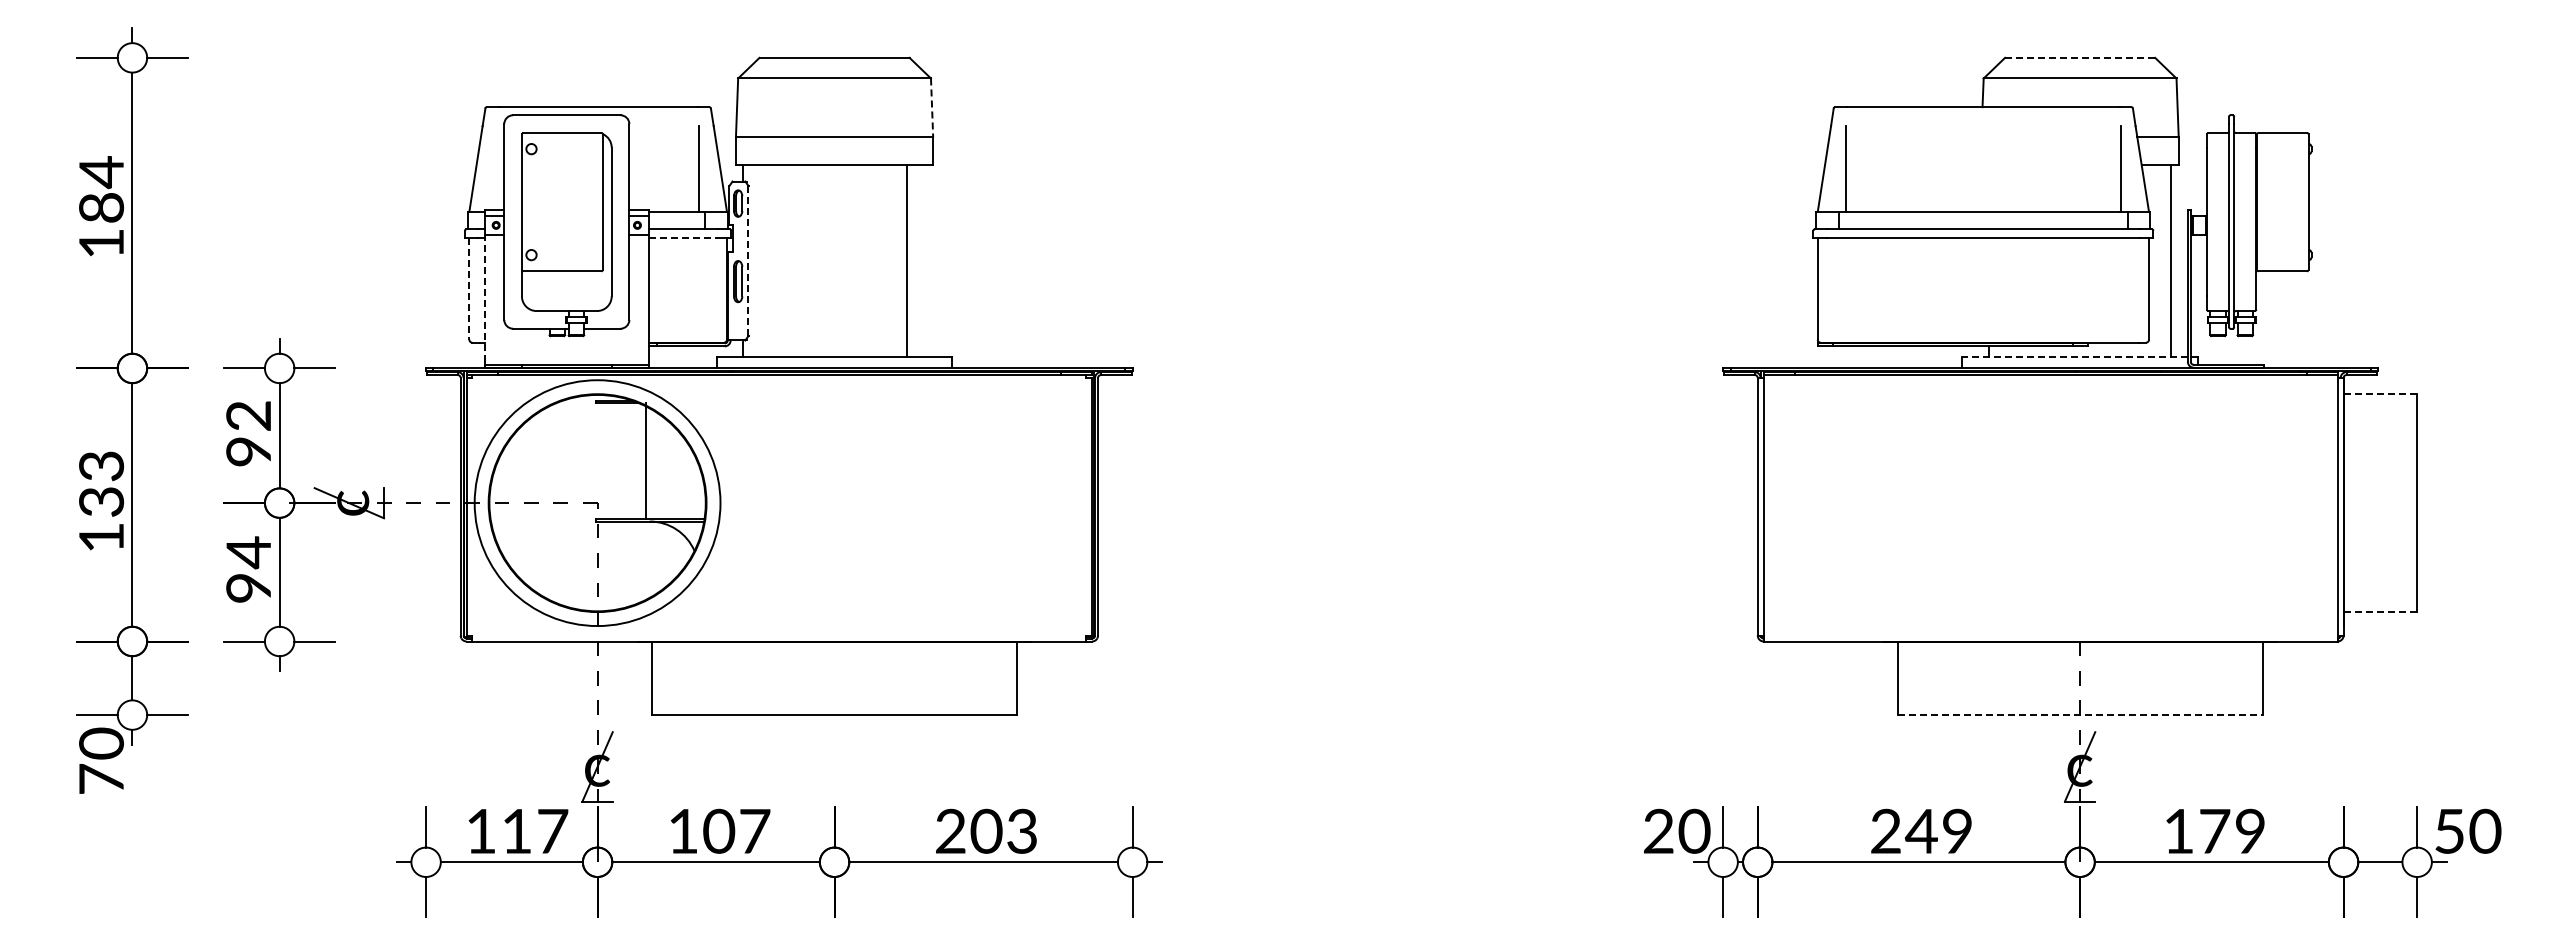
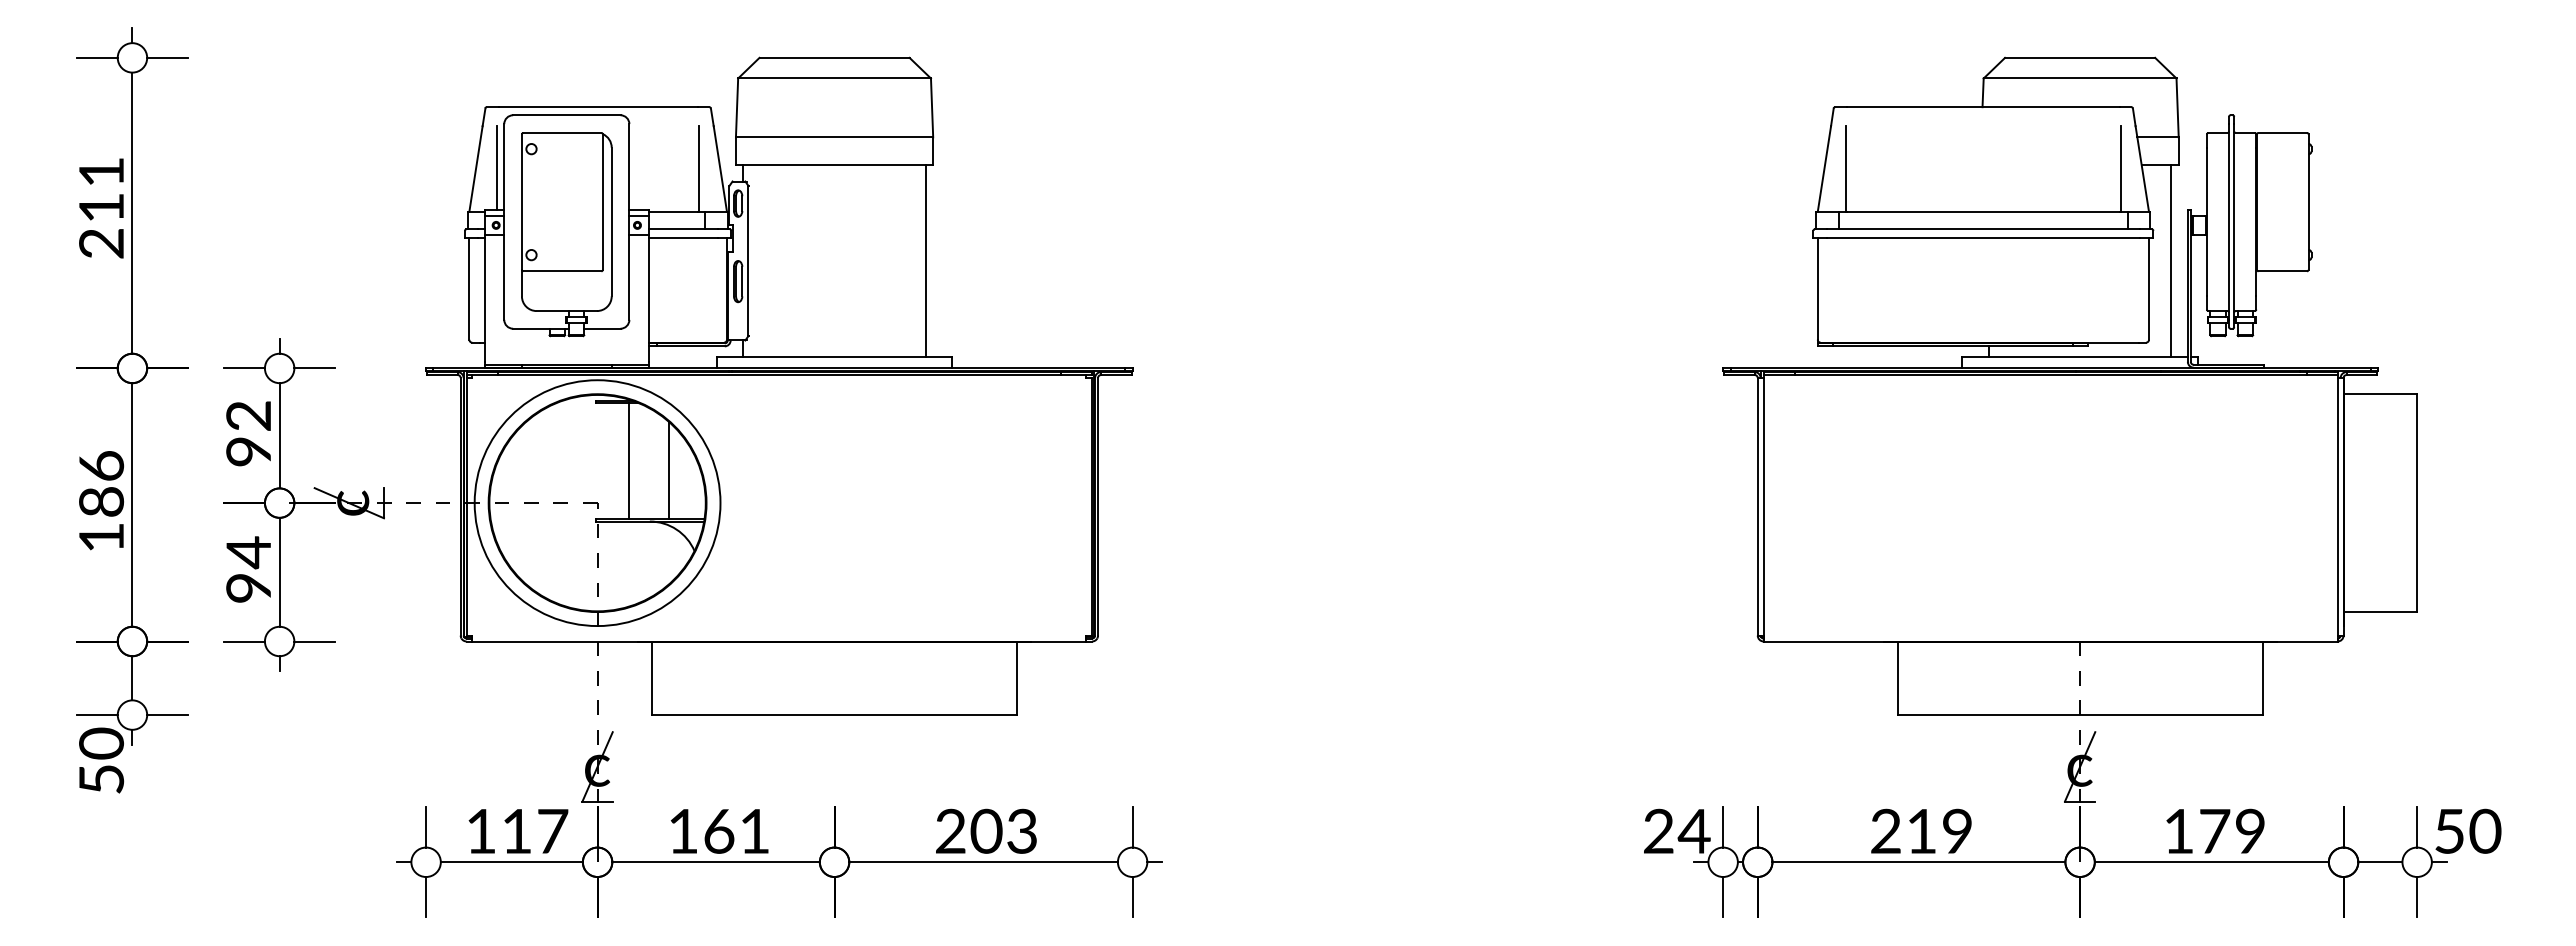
line at (2080, 57): dashed -> solid
line at (932, 108): dashed -> solid
line at (497, 168): none -> present
text at (101, 207): 184 -> 211
line at (683, 238): dashed -> solid
line at (906, 260) position: (906, 260) -> (925, 260)
line at (748, 261): dashed -> solid
line at (469, 288): dashed -> solid
line at (485, 298): dashed -> solid
line at (2075, 356): dashed -> solid
line at (2381, 394): dashed -> solid
line at (645, 461) position: (645, 461) -> (628, 461)
line at (668, 470): none -> present
text at (101, 483): 133 -> 186
line at (2381, 612): dashed -> solid
line at (2080, 715): dashed -> solid
text at (101, 778): 70 -> 50
text at (736, 830): 107 -> 161
text at (1693, 830): 20 -> 24
text at (1920, 831): 249 -> 219
